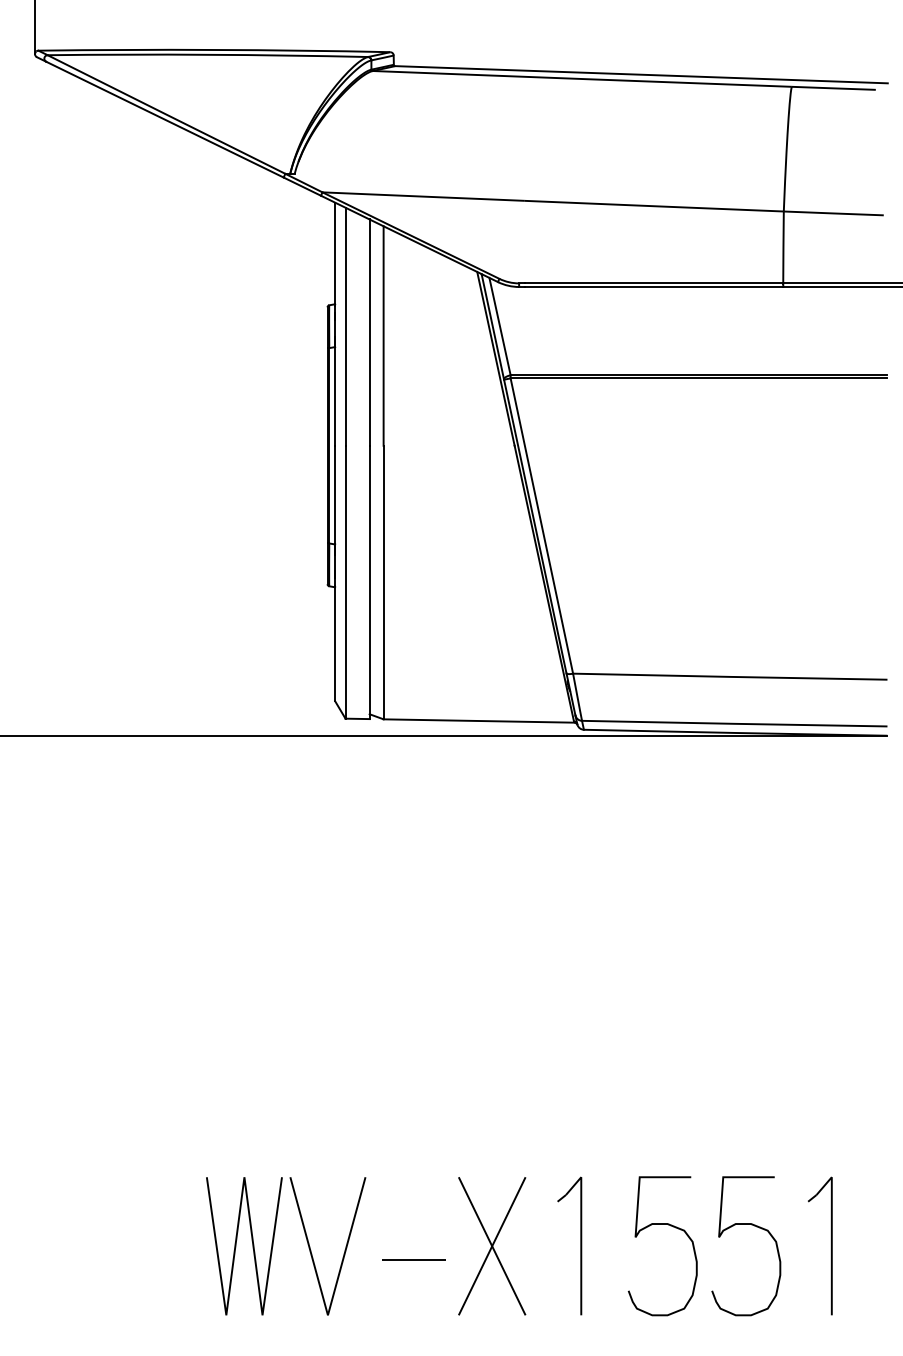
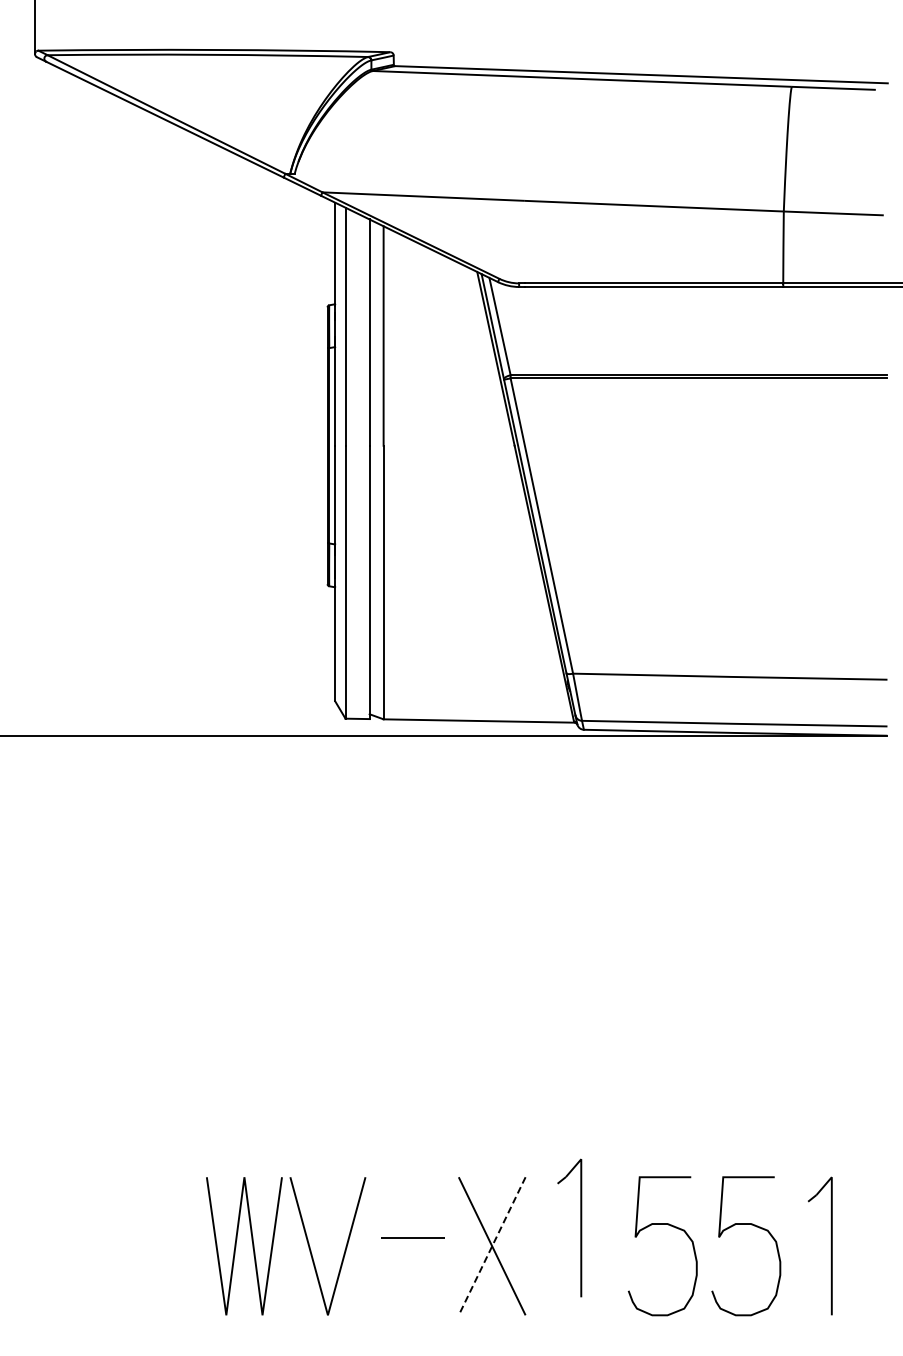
part at (580, 1245) position: (580, 1245) -> (580, 1227)
line at (492, 1246): solid -> dashed
line at (413, 1259) position: (413, 1259) -> (412, 1237)
